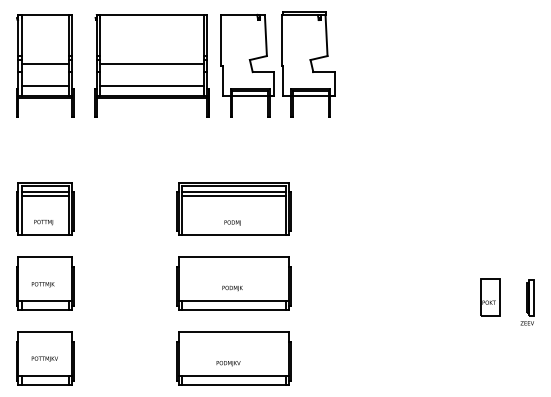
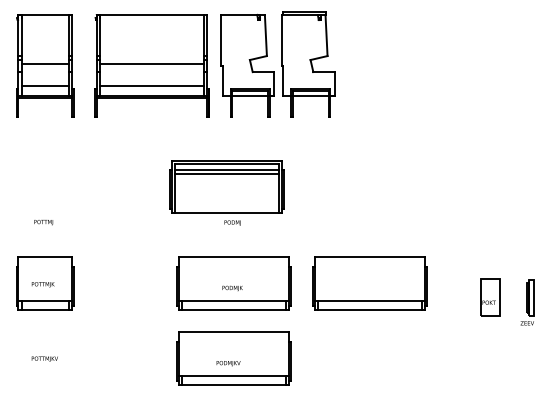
part at (45, 208): present -> none
part at (233, 208) position: (233, 208) -> (226, 186)
part at (369, 283): none -> present
part at (45, 358): present -> none
